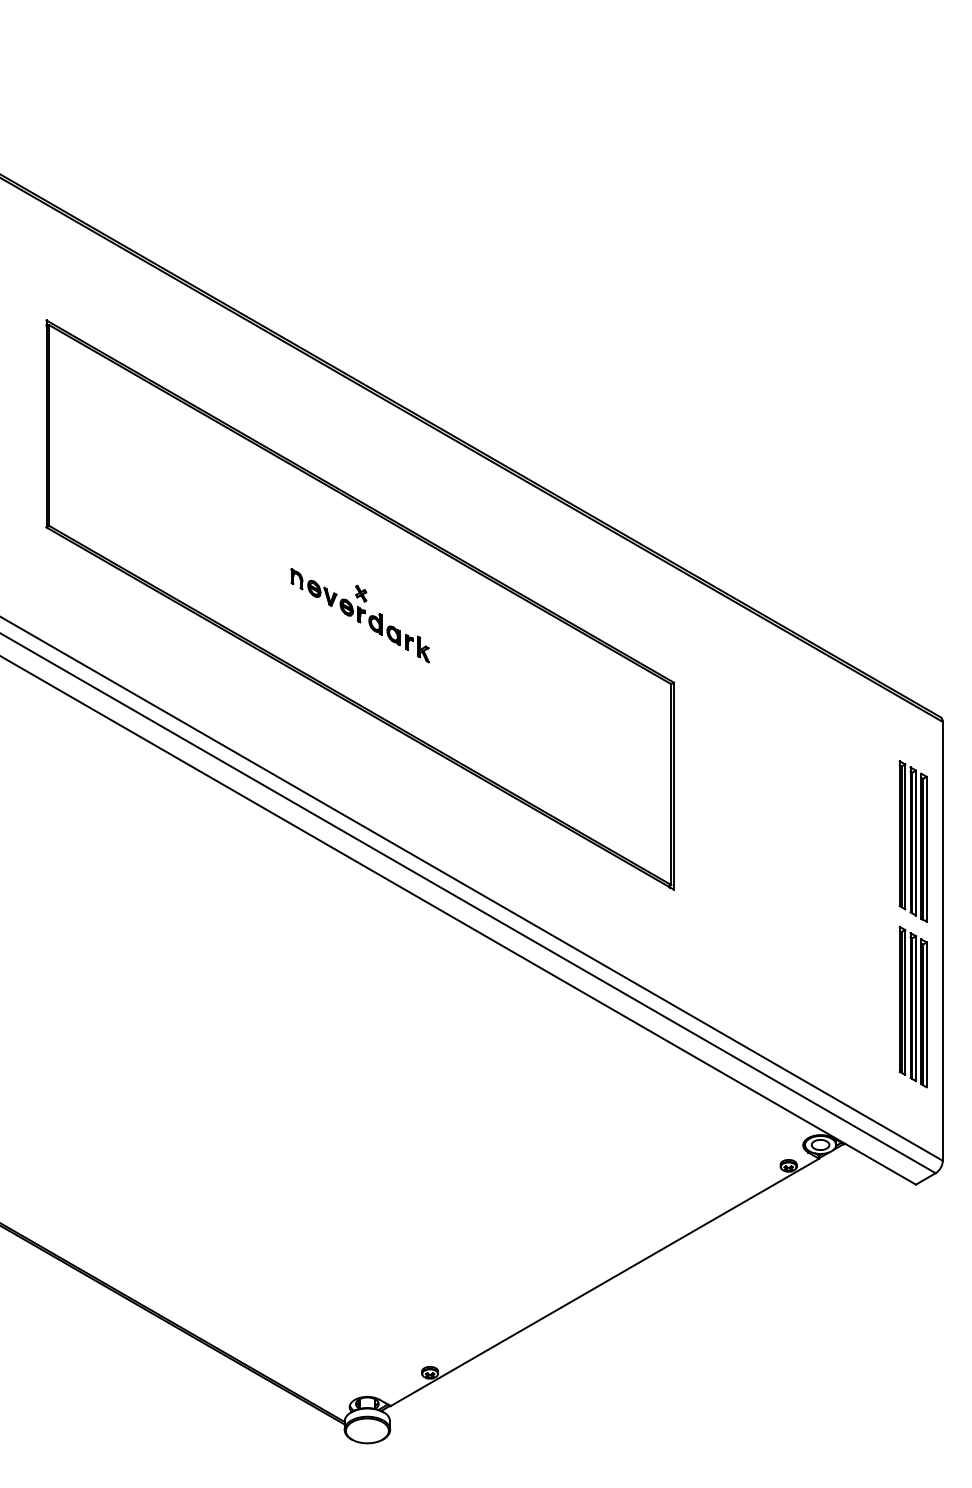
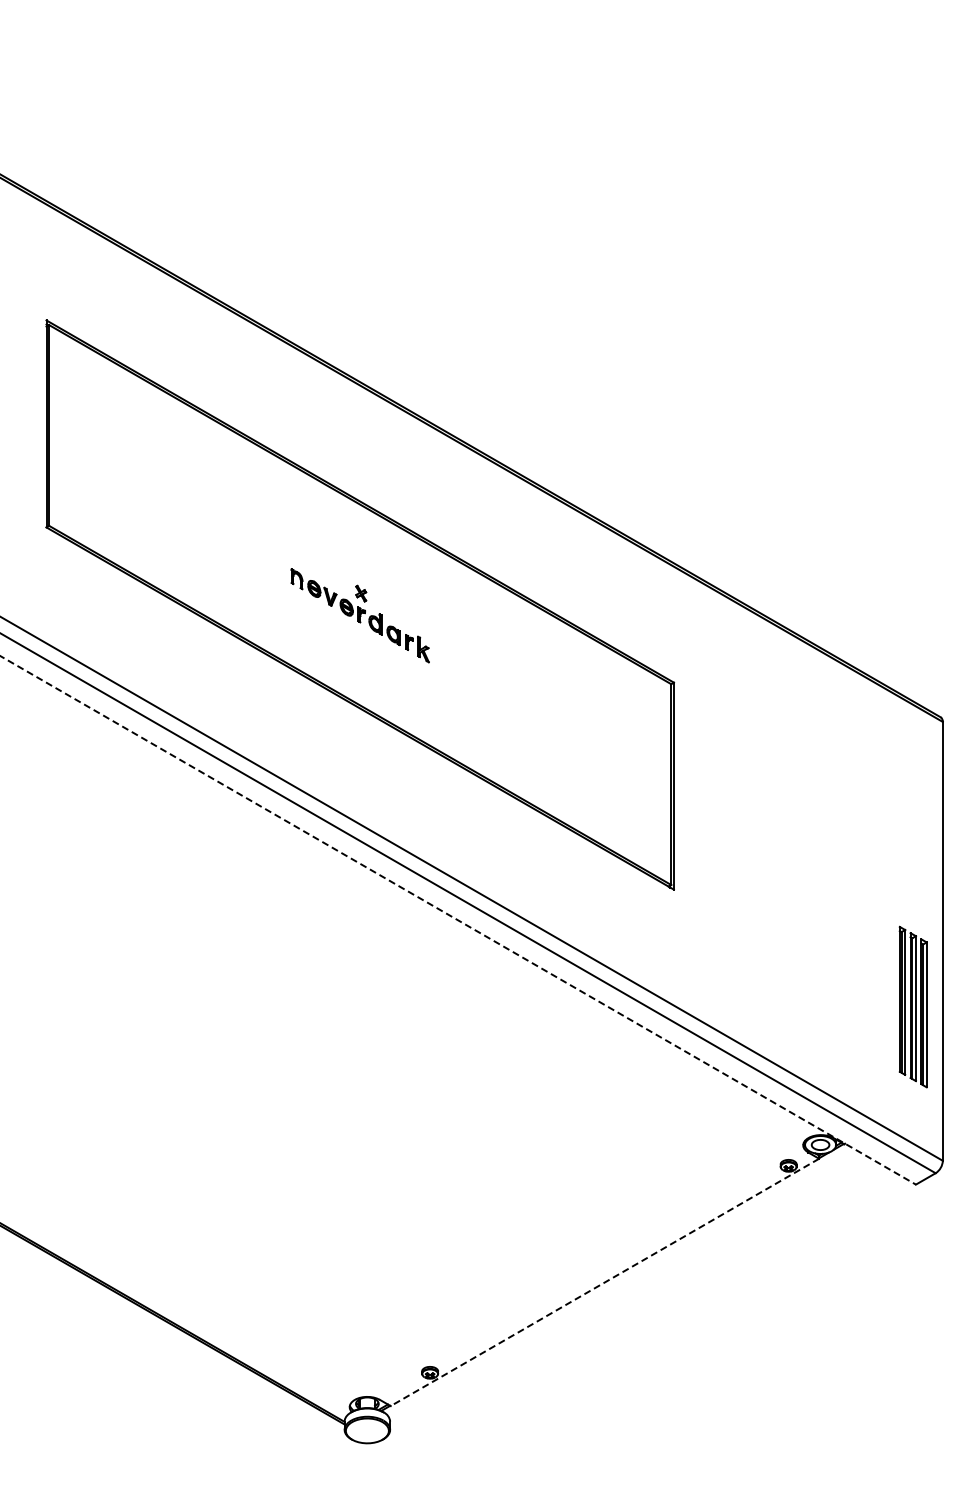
part at (912, 841): present -> none
line at (457, 920): solid -> dashed
line at (604, 1282): solid -> dashed
